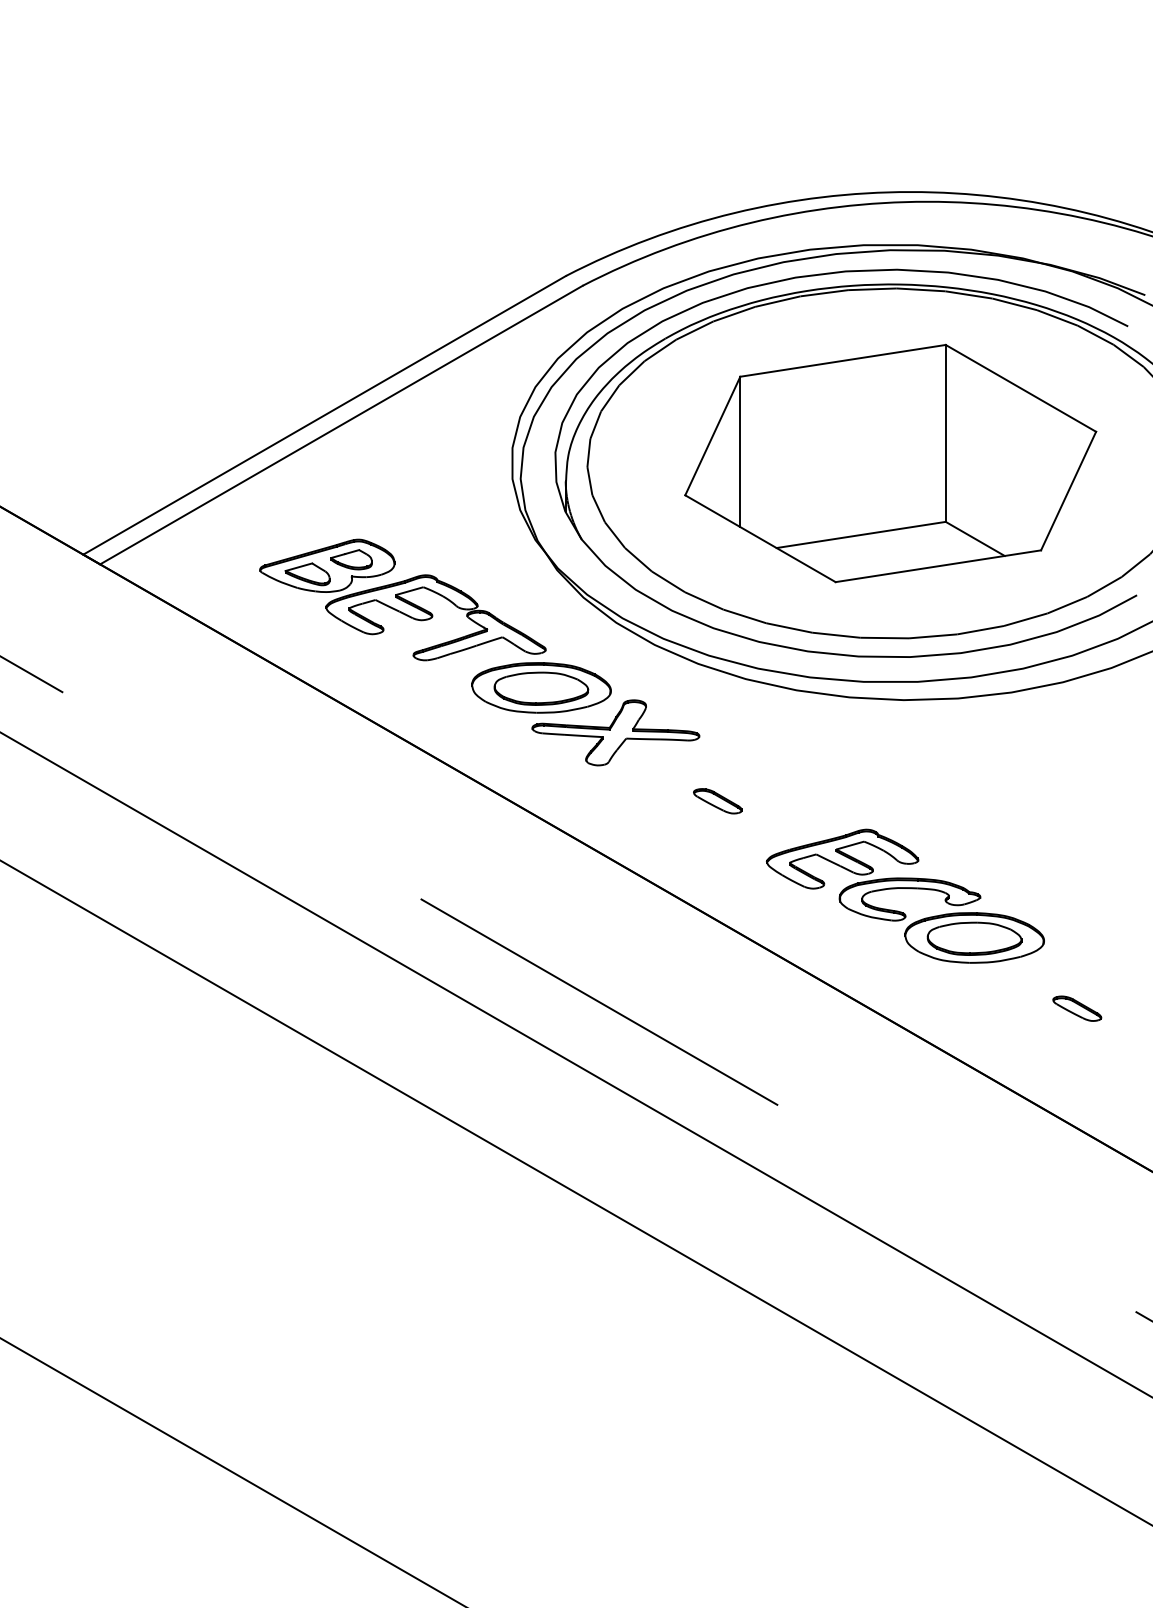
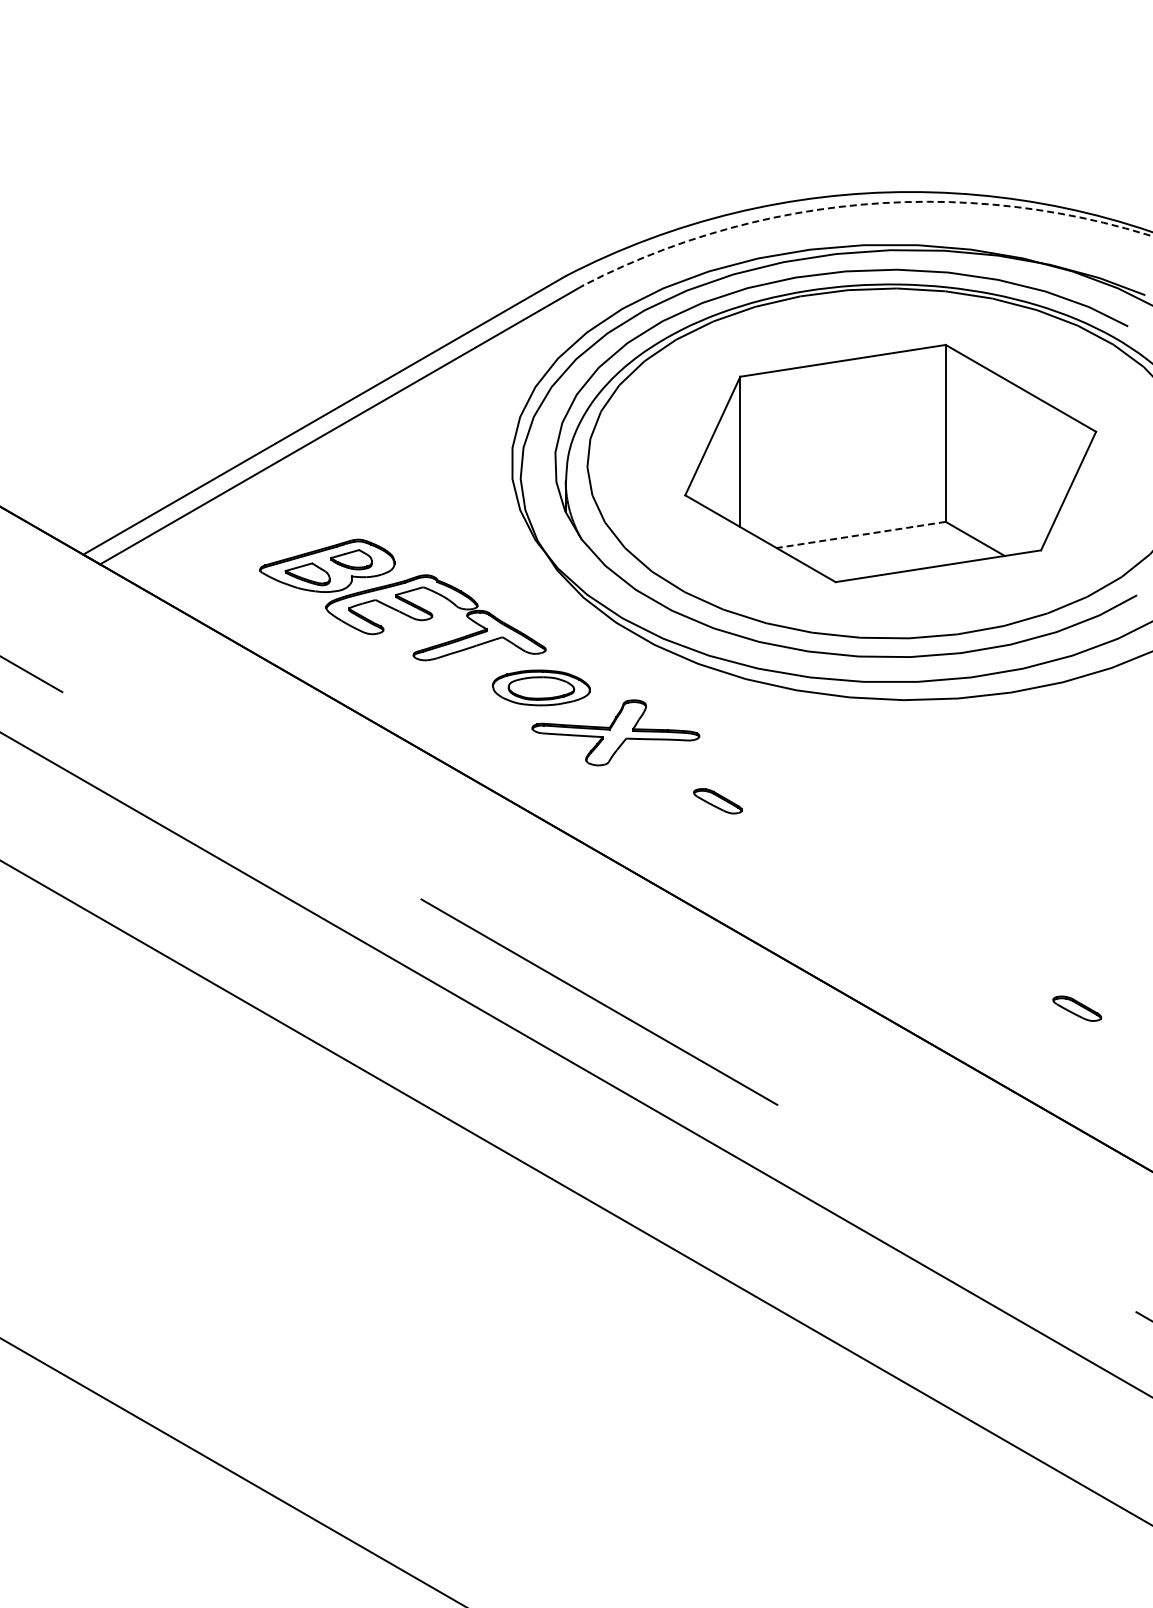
arc at (863, 204): solid -> dashed
line at (861, 534): solid -> dashed
part at (541, 687) size: 141x52 px -> 99x38 px
part at (905, 888): present -> none
